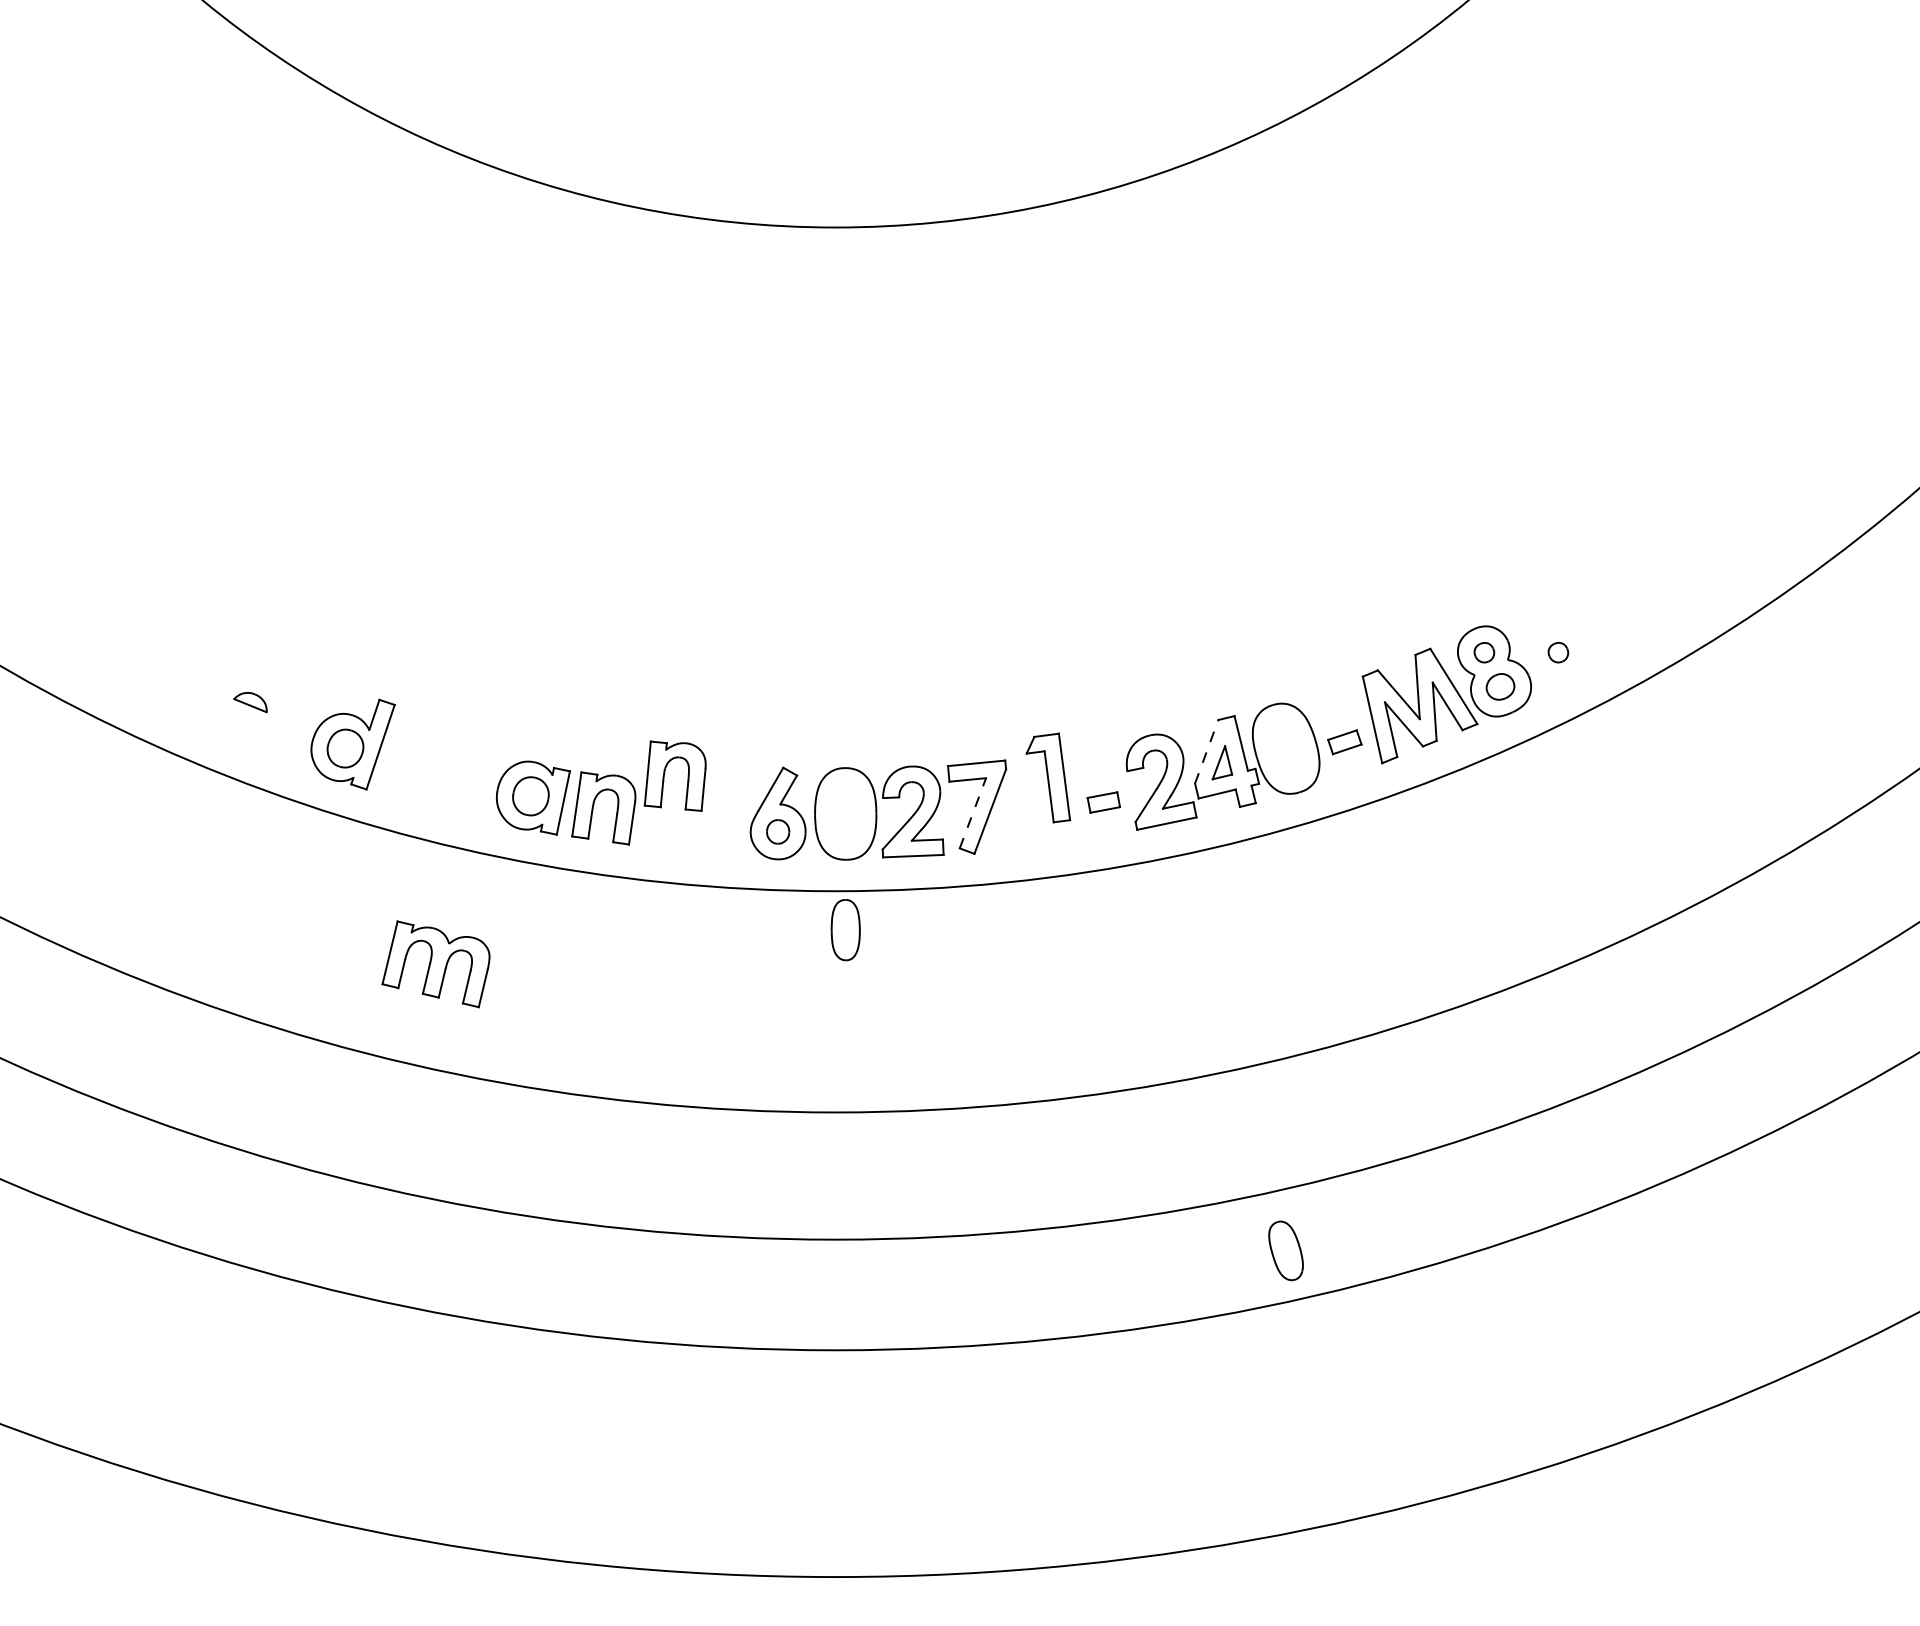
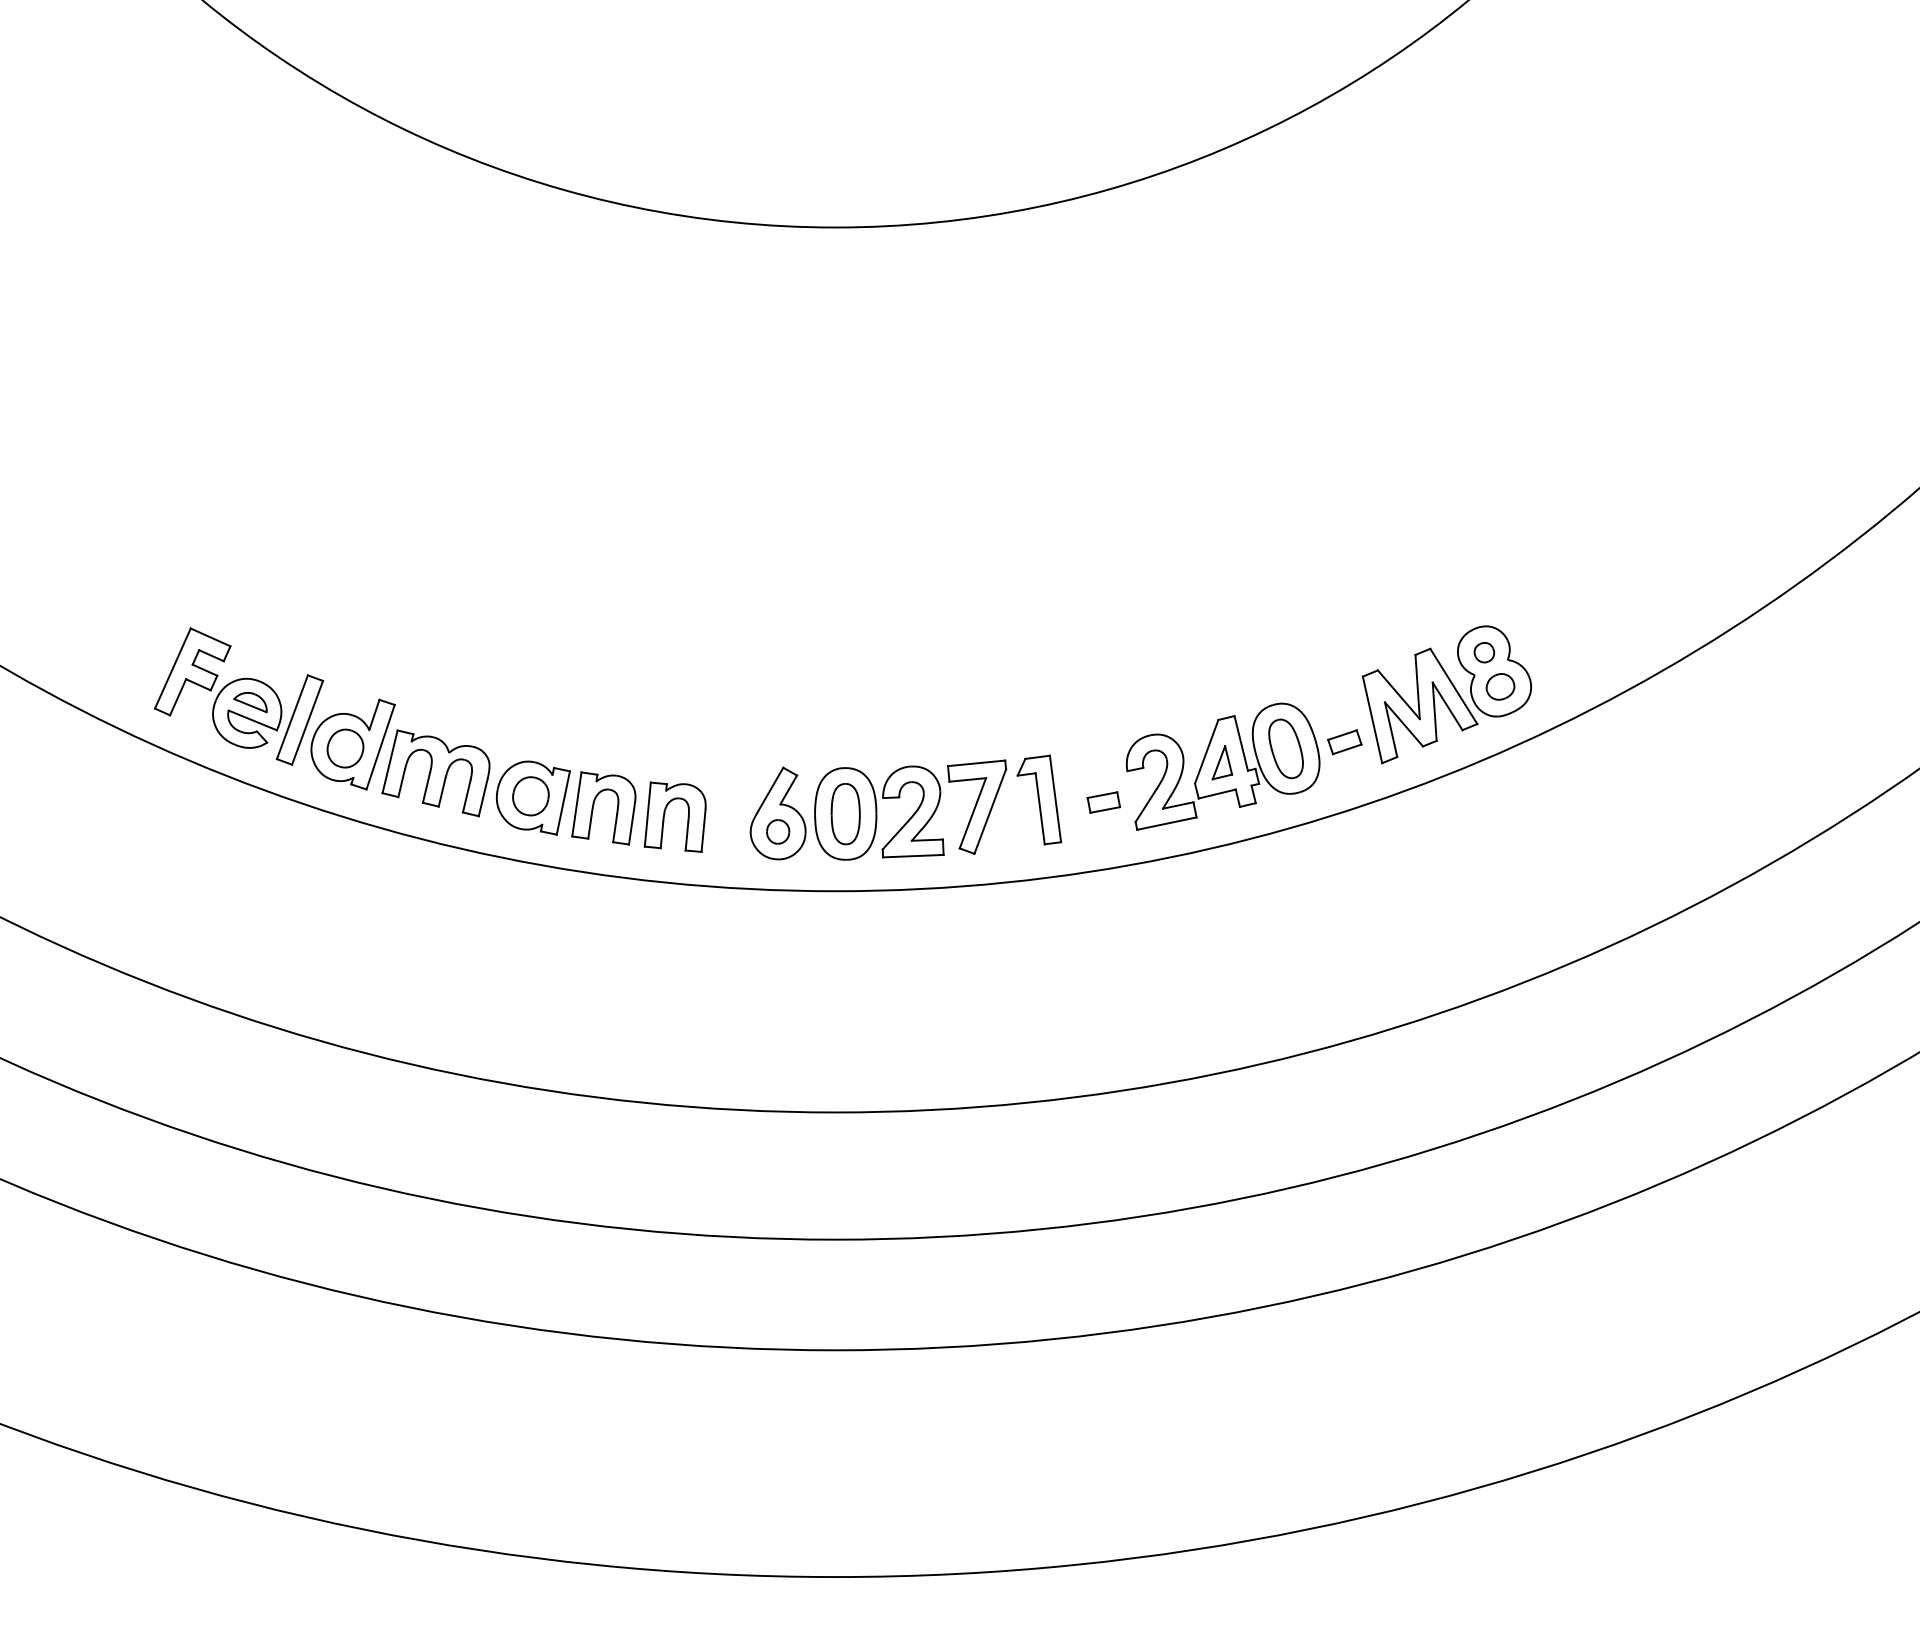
part at (1558, 652): present -> none
part at (239, 696): none -> present
line at (1206, 751): dashed -> solid
part at (665, 773) position: (665, 773) -> (665, 814)
part at (1048, 777) position: (1048, 777) -> (1039, 799)
line at (972, 813): dashed -> solid
part at (845, 930) position: (845, 930) -> (845, 814)
part at (435, 964) position: (435, 964) -> (435, 773)
part at (1285, 1250) position: (1285, 1250) -> (1285, 748)
